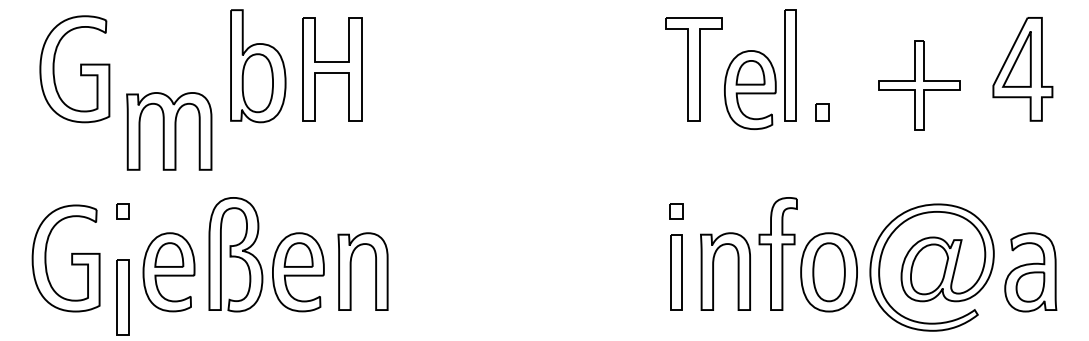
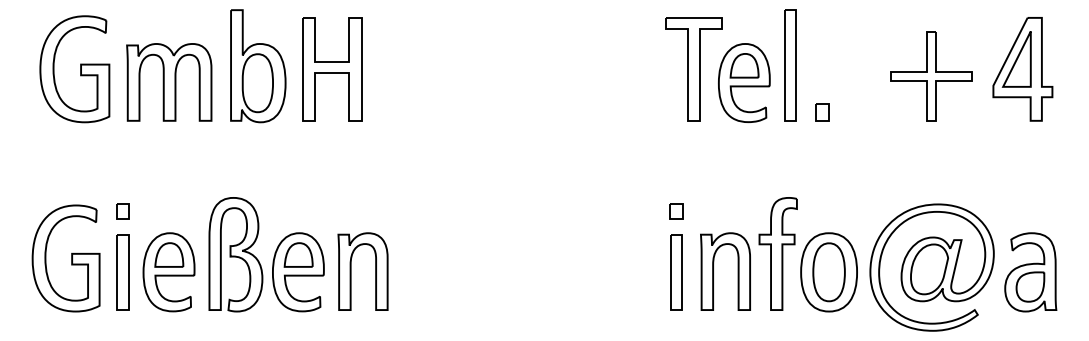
part at (919, 85) position: (919, 85) -> (931, 76)
part at (750, 89) position: (750, 89) -> (744, 82)
part at (169, 131) position: (169, 131) -> (169, 82)
part at (122, 297) position: (122, 297) -> (122, 272)
